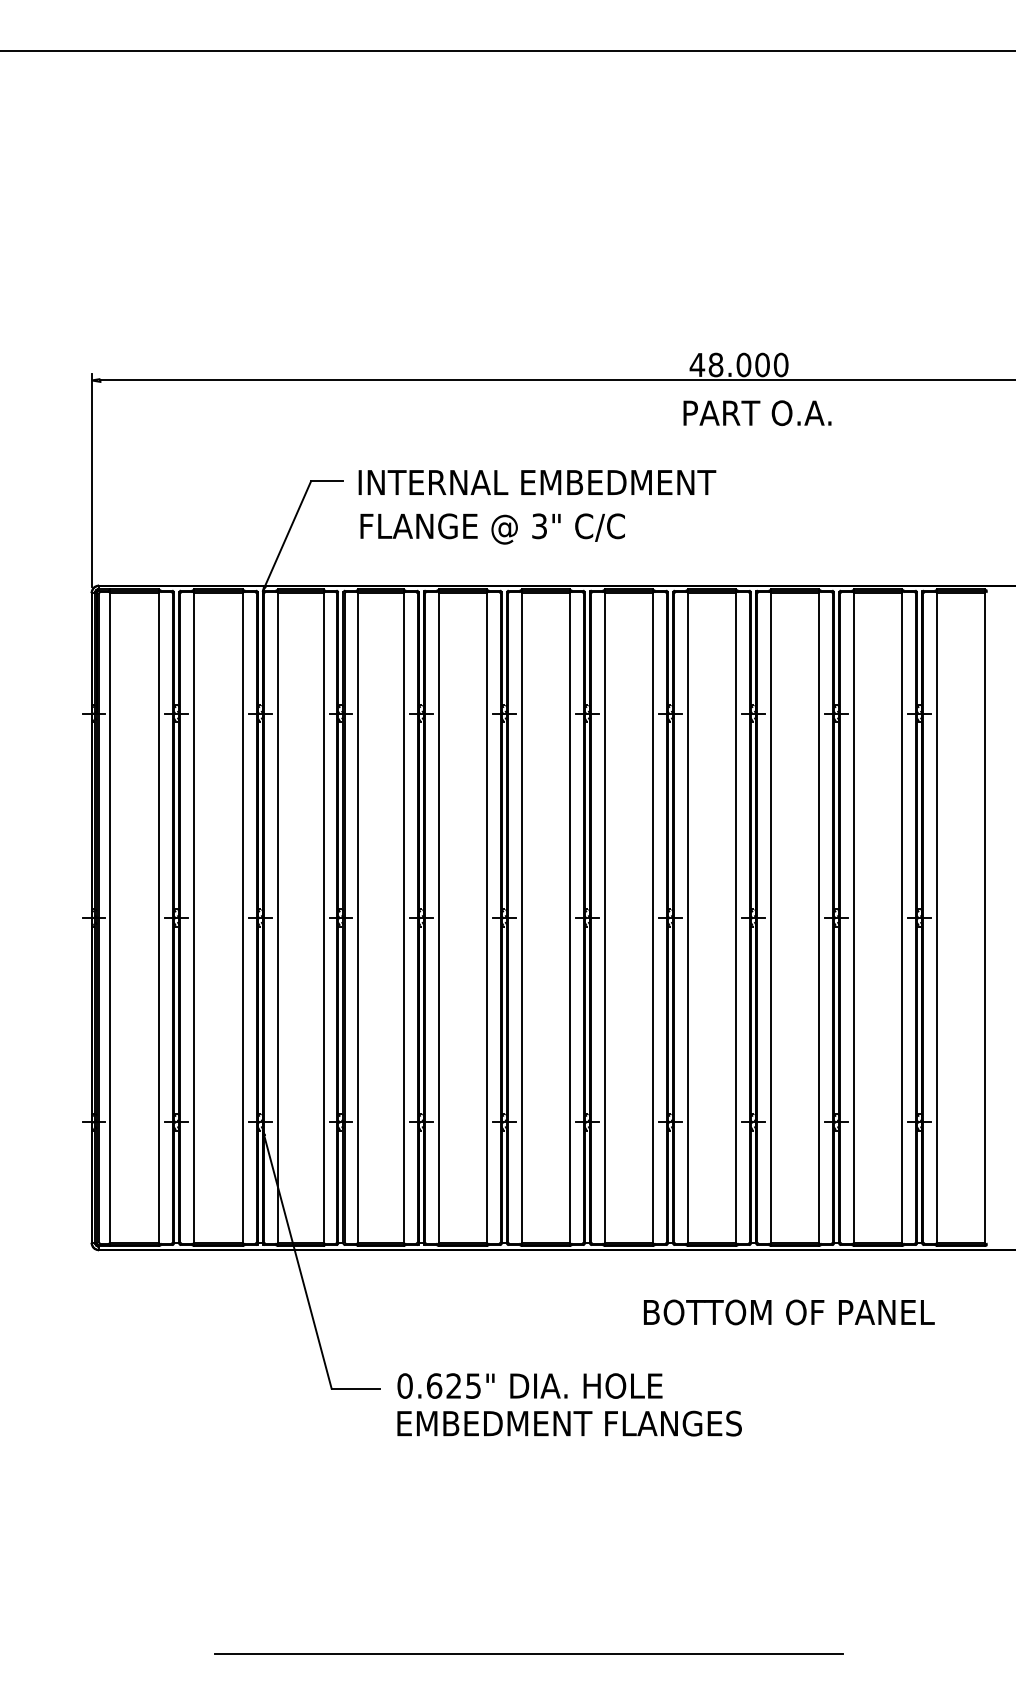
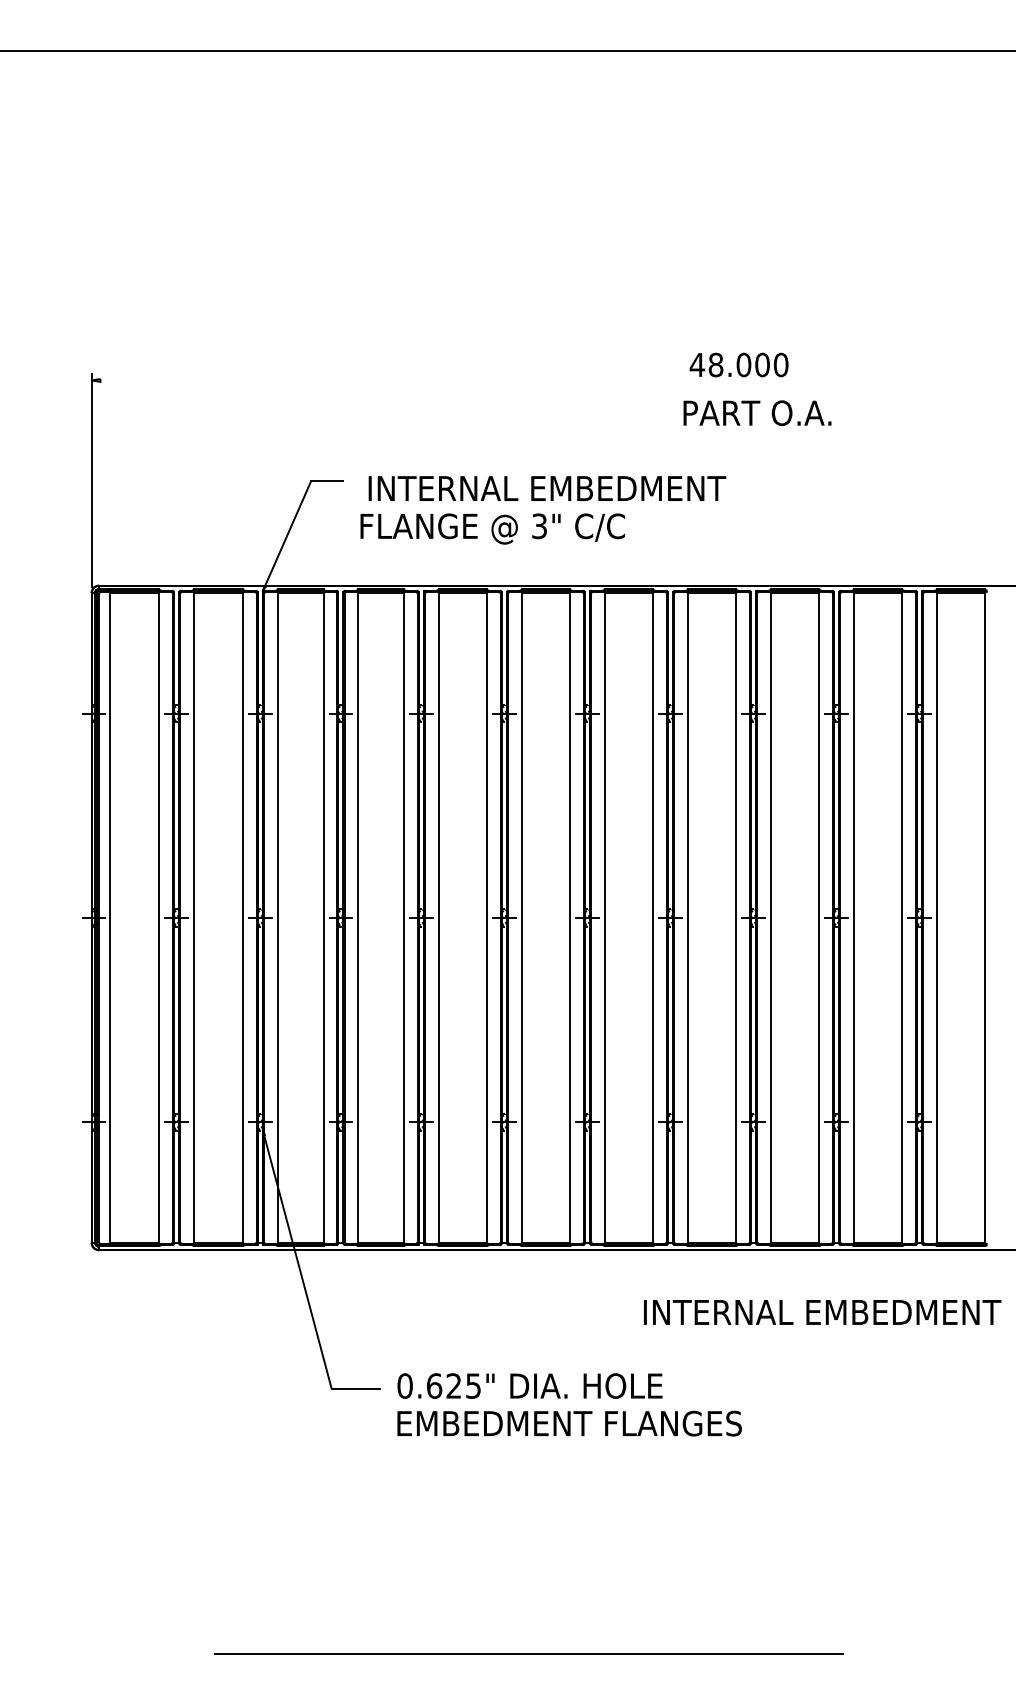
line at (556, 380): present -> none
text at (537, 482) position: (537, 482) -> (547, 488)
text at (824, 1312): BOTTOM OF PANEL -> INTERNAL EMBEDMENT
